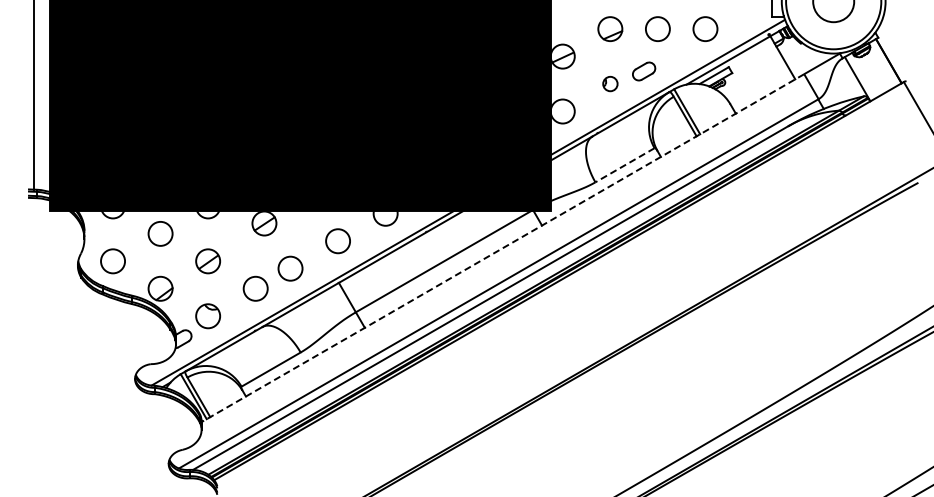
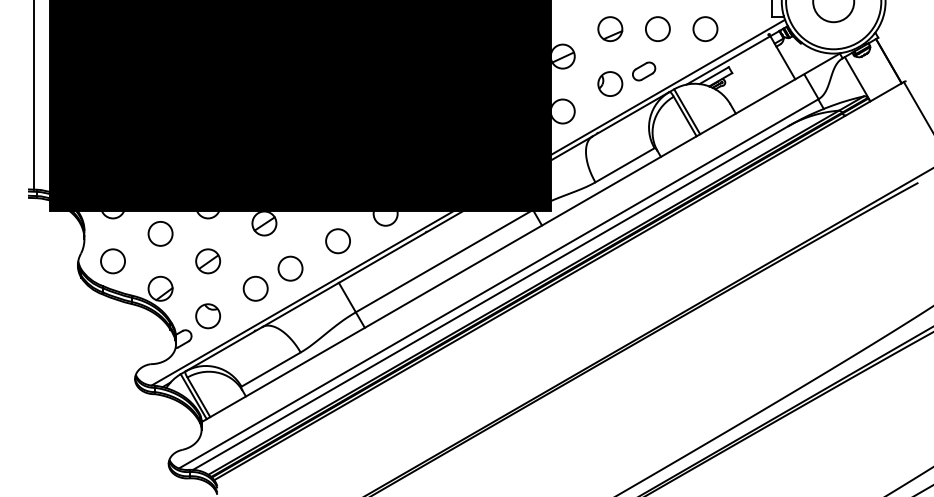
part at (610, 84) size: 17x17 px -> 27x26 px
line at (624, 165): dashed -> solid
line at (502, 248): dashed -> solid
